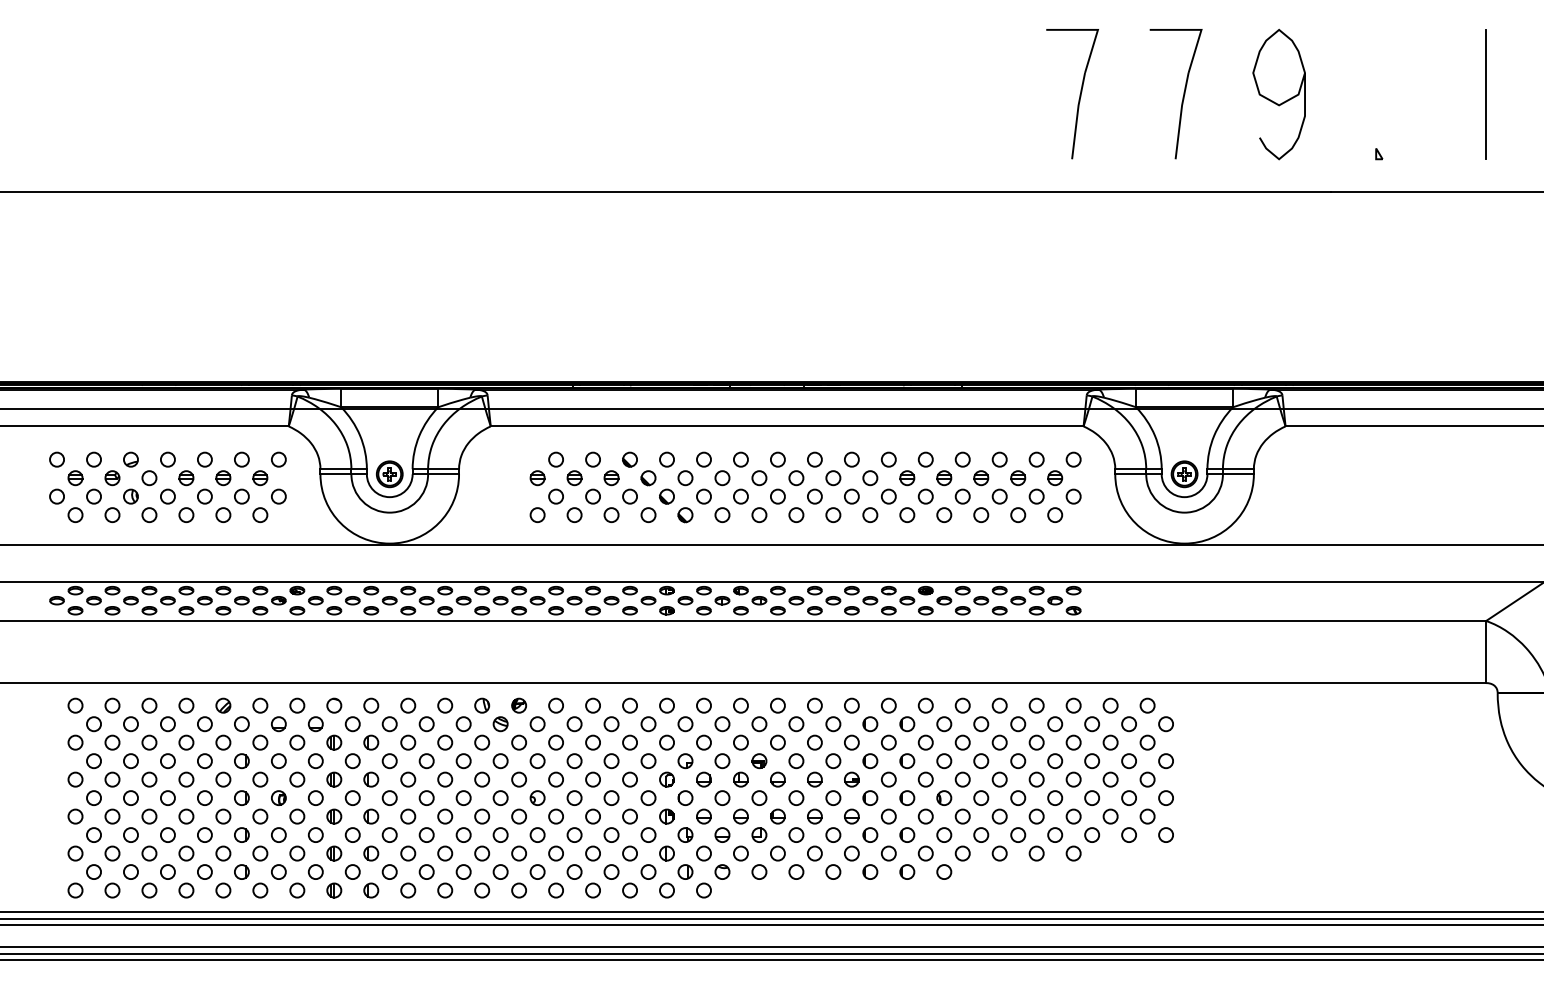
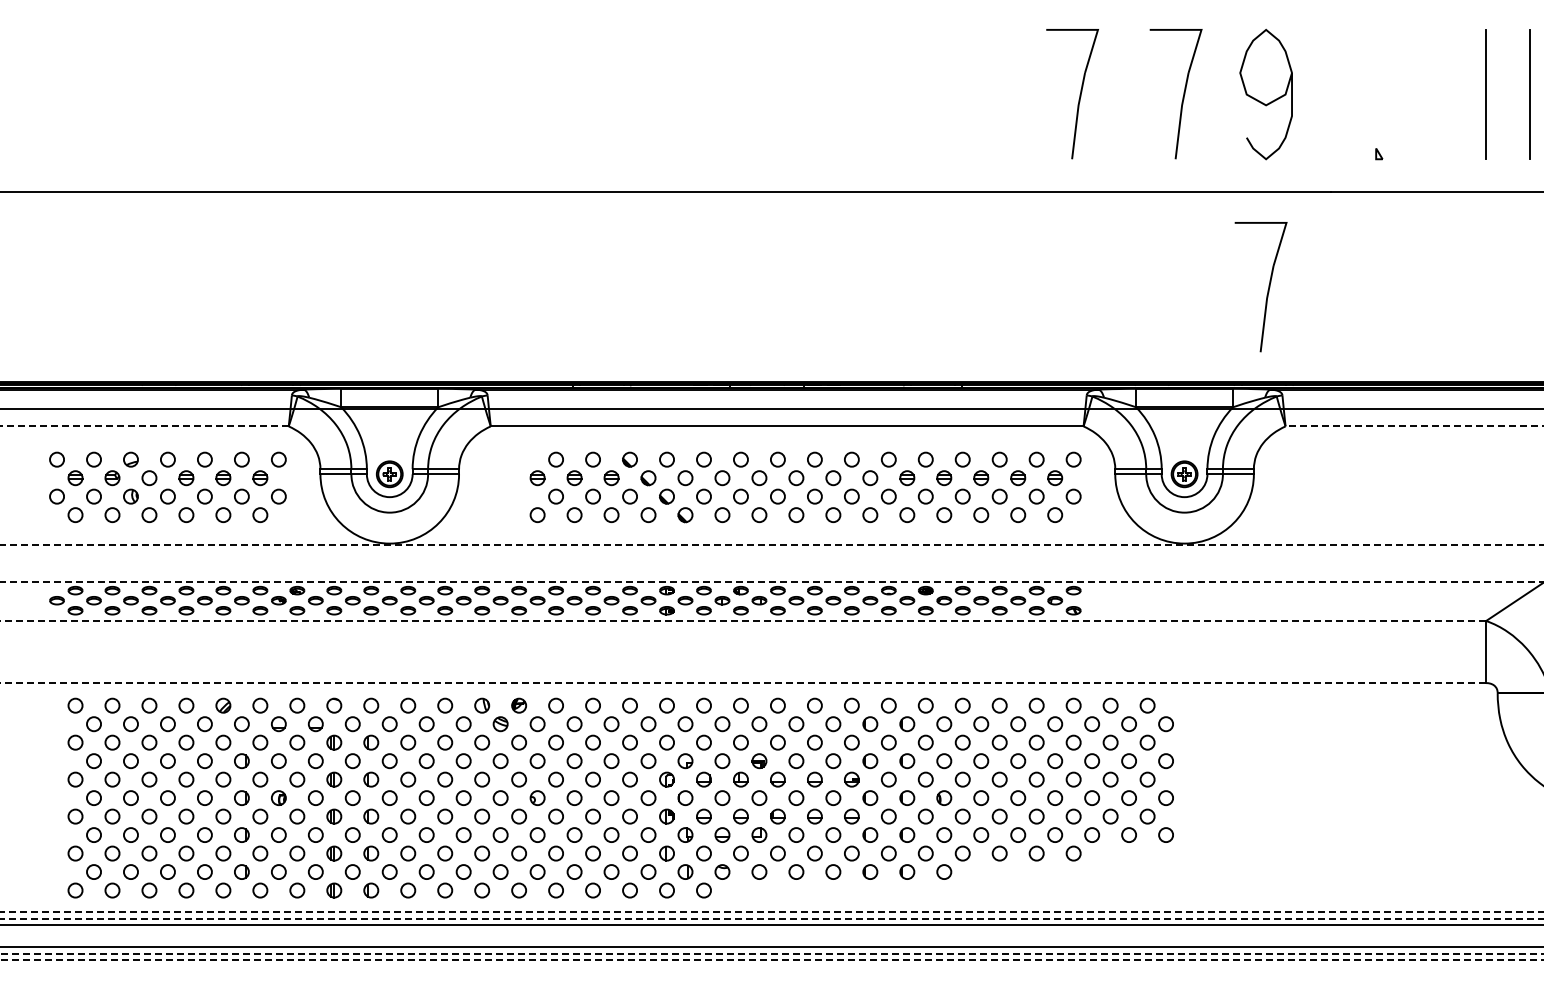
line at (1529, 94): none -> present
curve at (1274, 101) position: (1274, 101) -> (1261, 101)
part at (1267, 290): none -> present
line at (144, 426): solid -> dashed
line at (1414, 426): solid -> dashed
line at (772, 544): solid -> dashed
line at (772, 582): solid -> dashed
line at (743, 621): solid -> dashed
line at (743, 683): solid -> dashed
line at (772, 912): solid -> dashed
line at (772, 918): solid -> dashed
line at (771, 953): solid -> dashed
line at (771, 960): solid -> dashed
